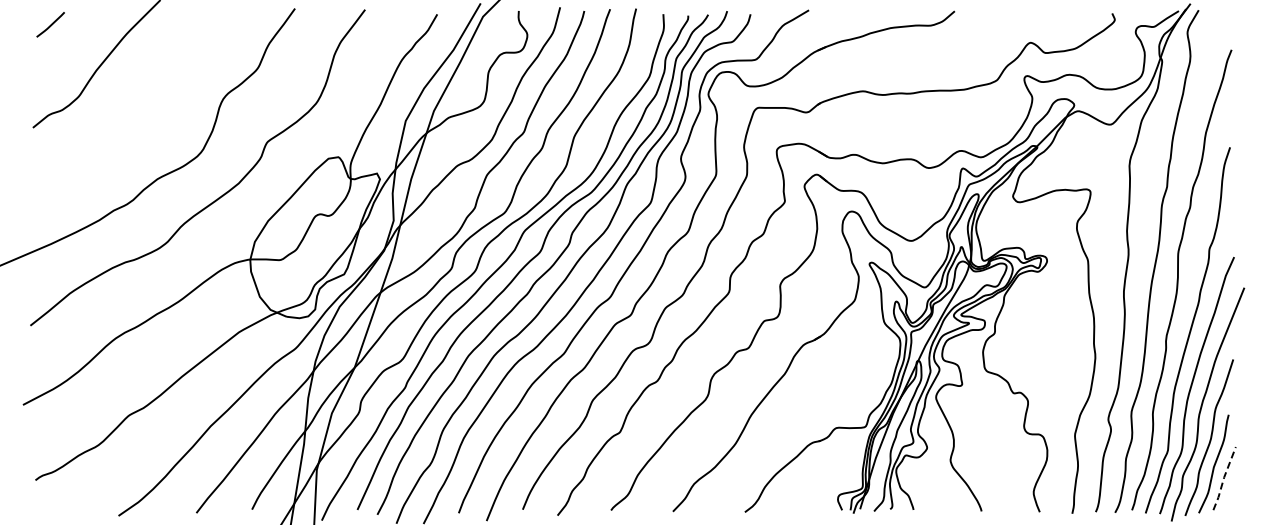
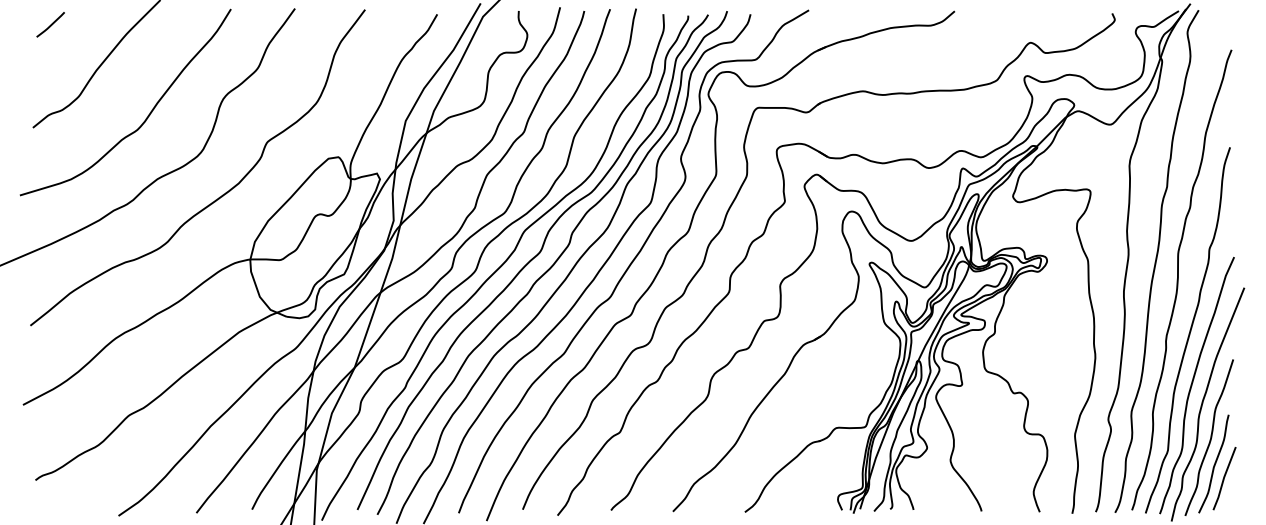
curve at (147, 115): none -> present
line at (1223, 478): dashed -> solid
